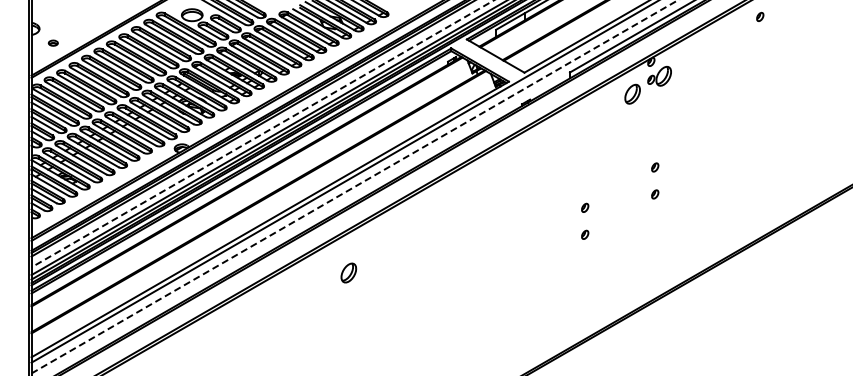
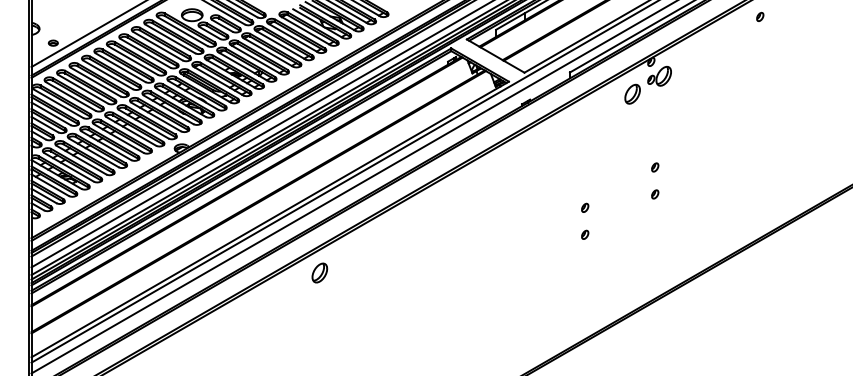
line at (87, 34): none -> present
line at (262, 133): dashed -> solid
line at (354, 186): dashed -> solid
part at (348, 272) position: (348, 272) -> (319, 272)
